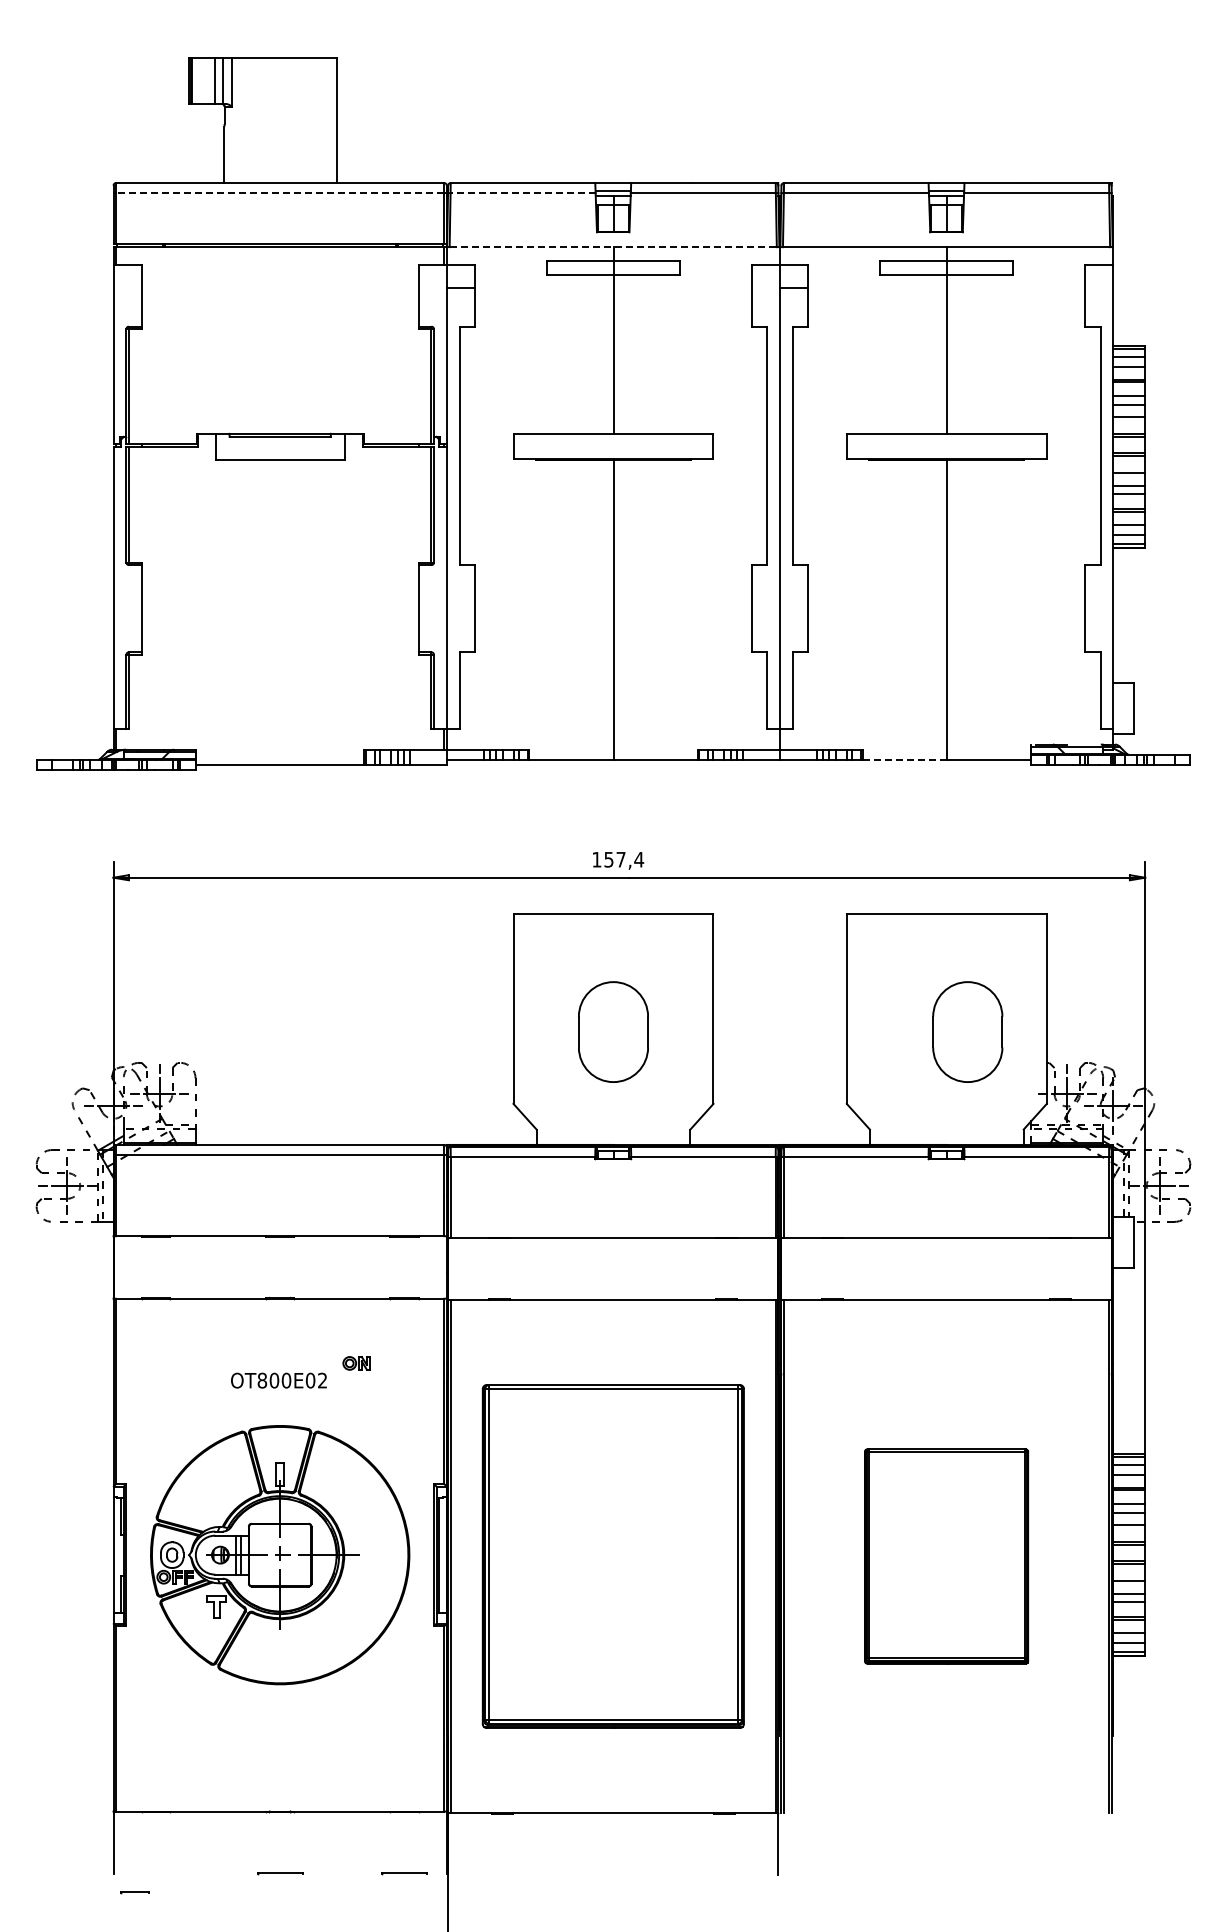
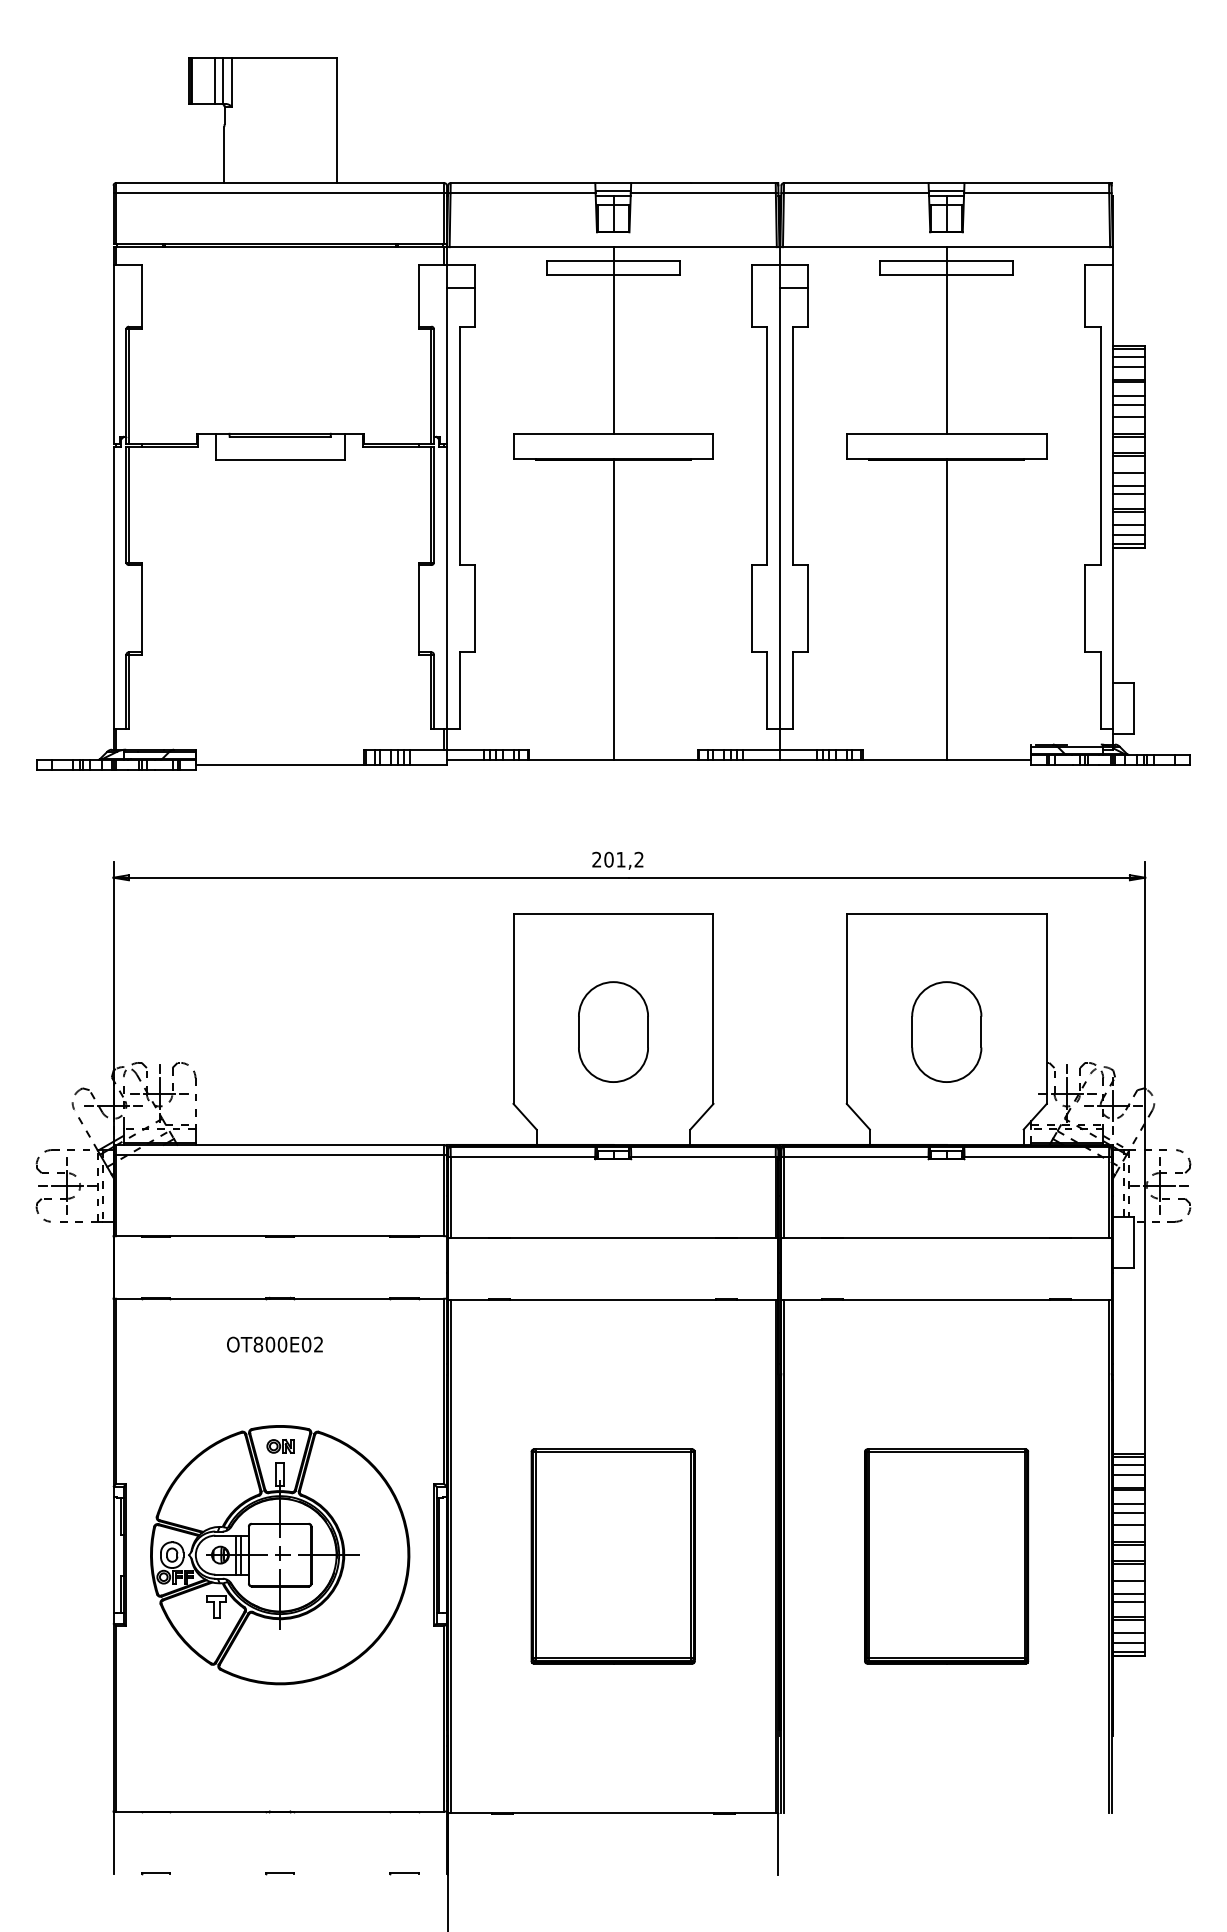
line at (279, 193): dashed -> solid
line at (523, 193): dashed -> solid
line at (613, 247): dashed -> solid
line at (904, 759): dashed -> solid
text at (618, 859): 157,4 -> 201,2
part at (967, 1031) position: (967, 1031) -> (946, 1031)
part at (356, 1363) position: (356, 1363) -> (280, 1446)
text at (278, 1380) position: (278, 1380) -> (274, 1344)
part at (612, 1556) size: 264x345 px -> 166x217 px
part at (280, 1873) size: 47x4 px -> 30x4 px
part at (404, 1873) size: 47x4 px -> 31x4 px
part at (134, 1892) position: (134, 1892) -> (155, 1873)
